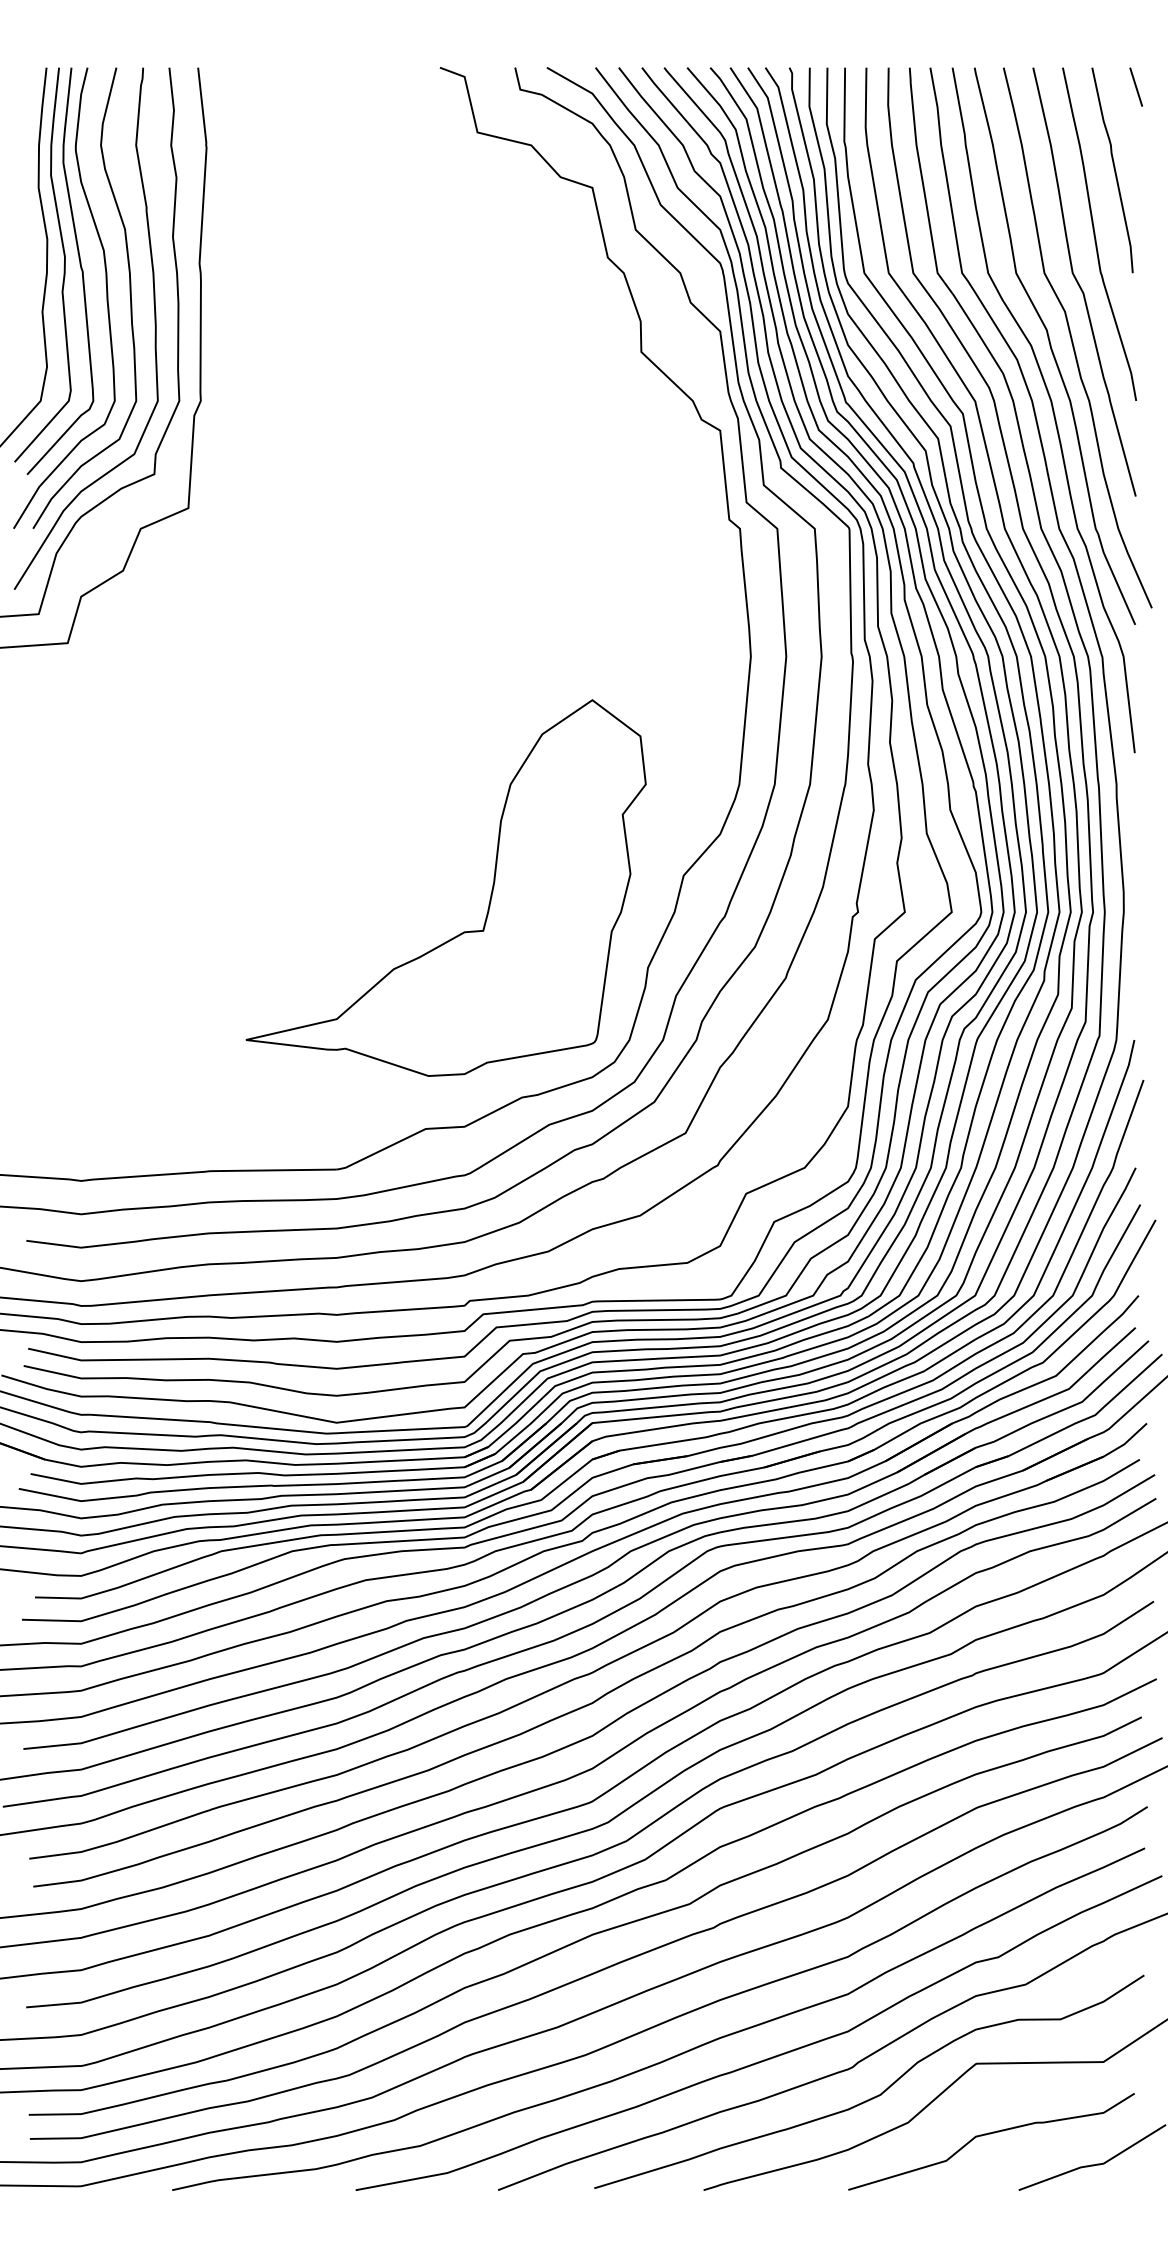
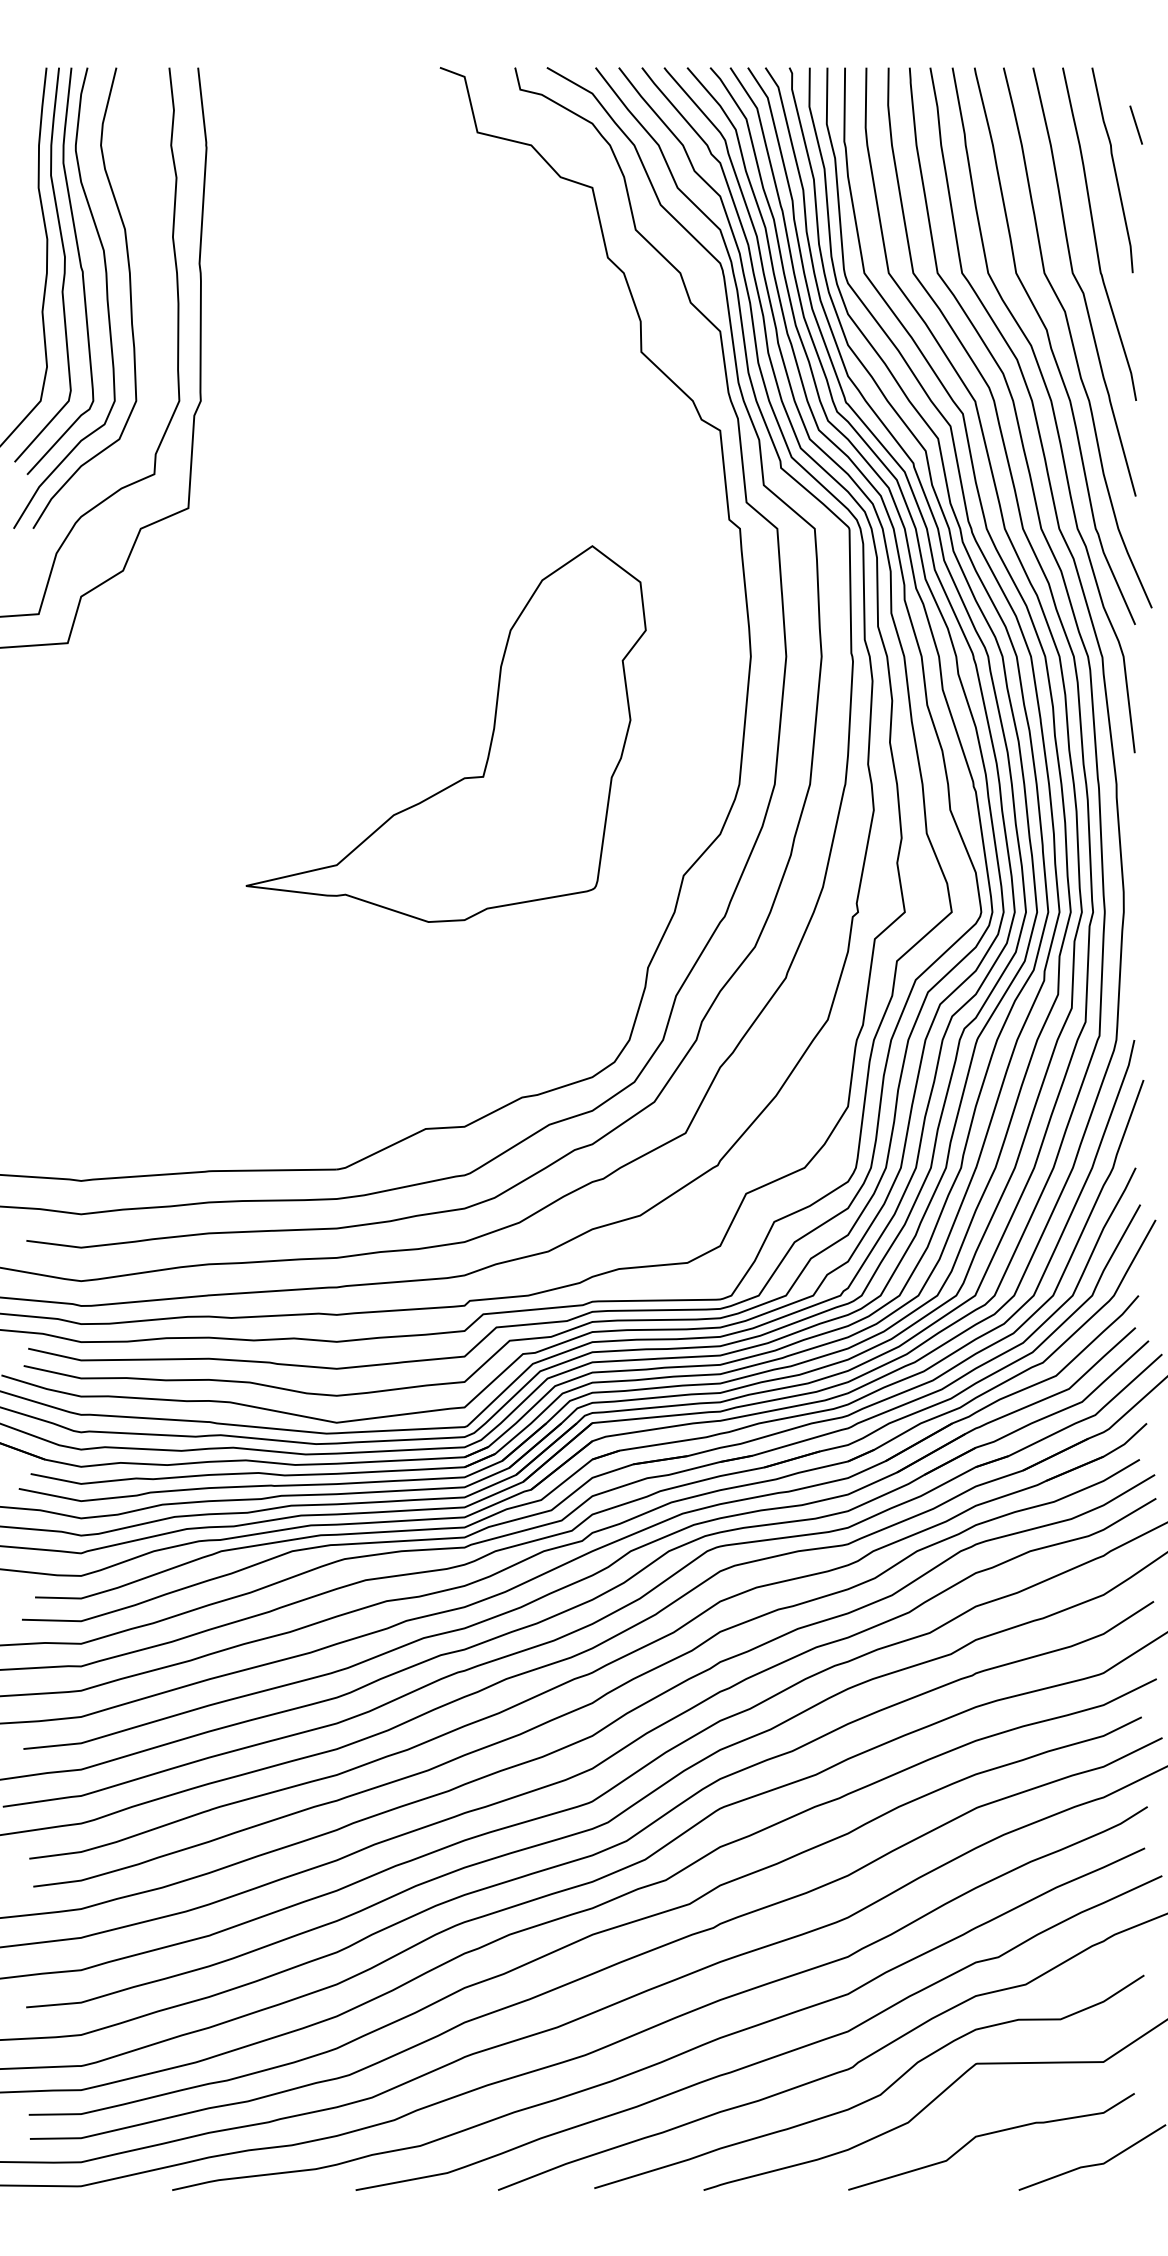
line at (1135, 86) position: (1135, 86) -> (1135, 124)
curve at (154, 328): present -> none
part at (490, 894) position: (490, 894) -> (490, 740)
